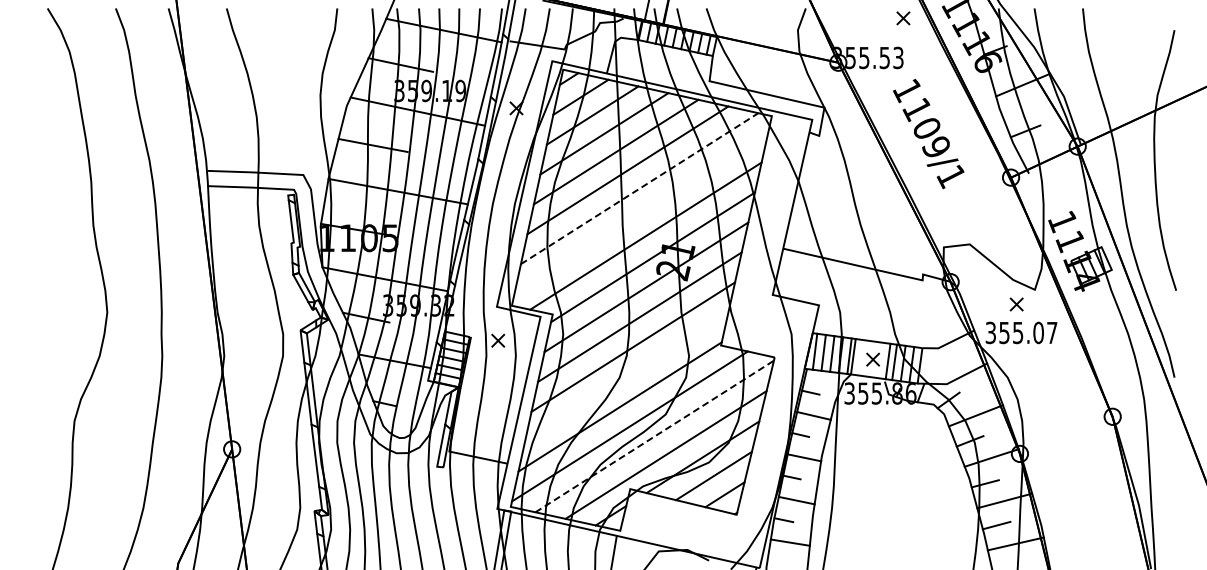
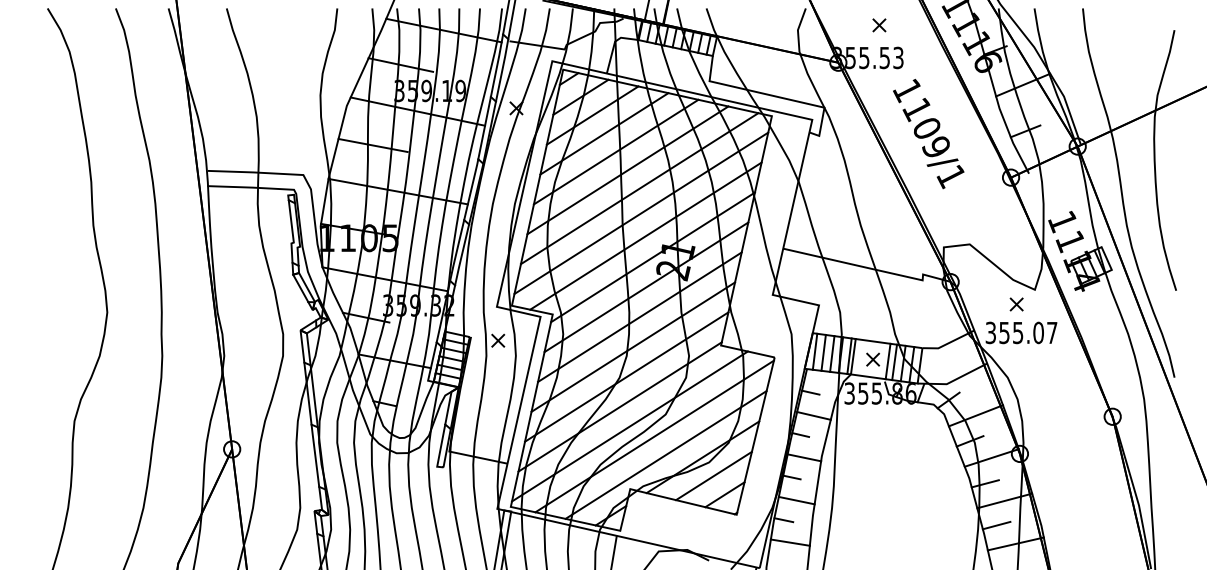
part at (903, 18) position: (903, 18) -> (879, 25)
line at (639, 188): dashed -> solid
line at (641, 213): none -> present
line at (626, 376): none -> present
line at (655, 436): dashed -> solid
